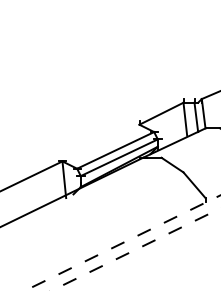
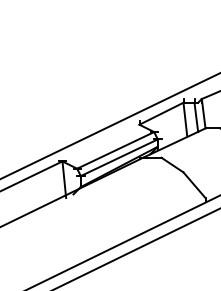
line at (109, 126): none -> present
line at (122, 243): dashed -> solid
line at (135, 249): dashed -> solid
